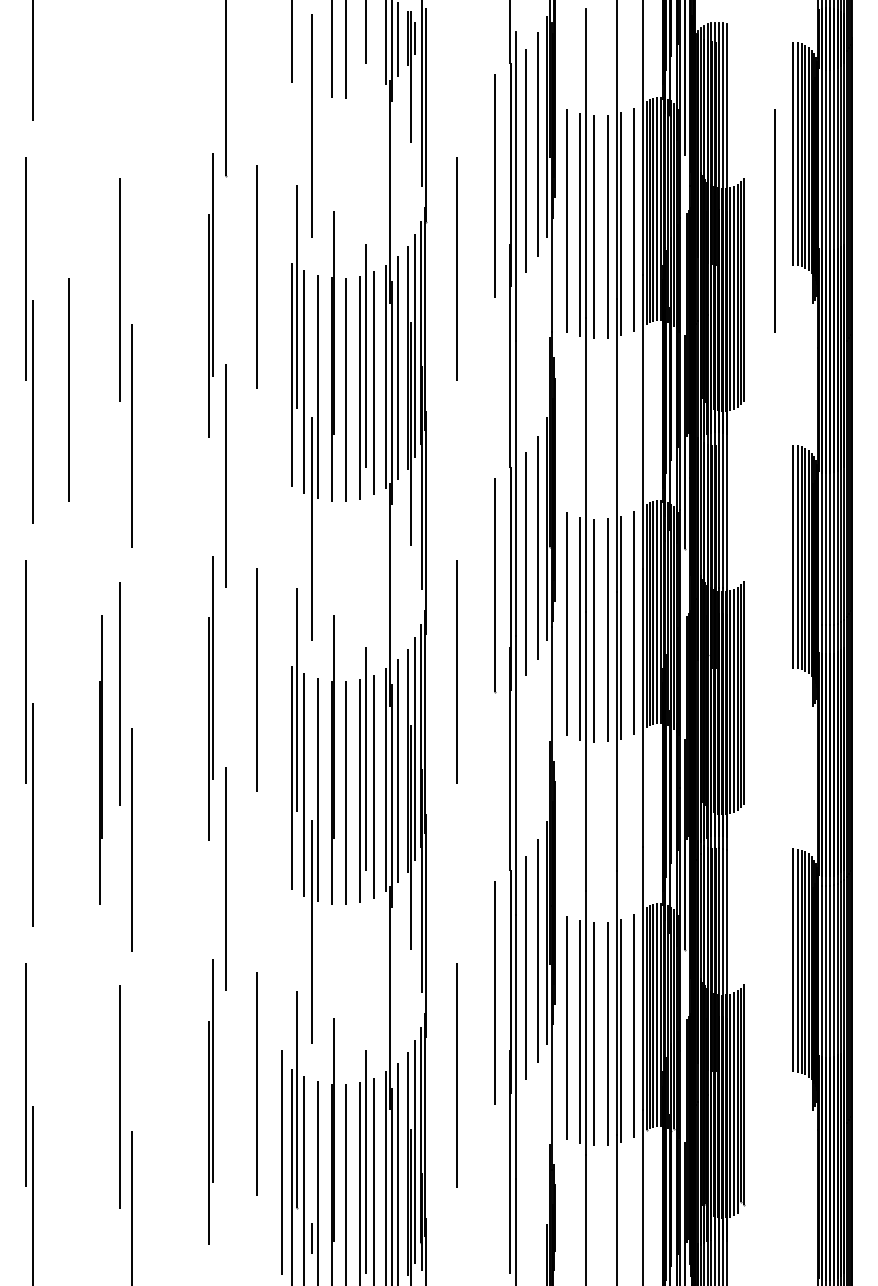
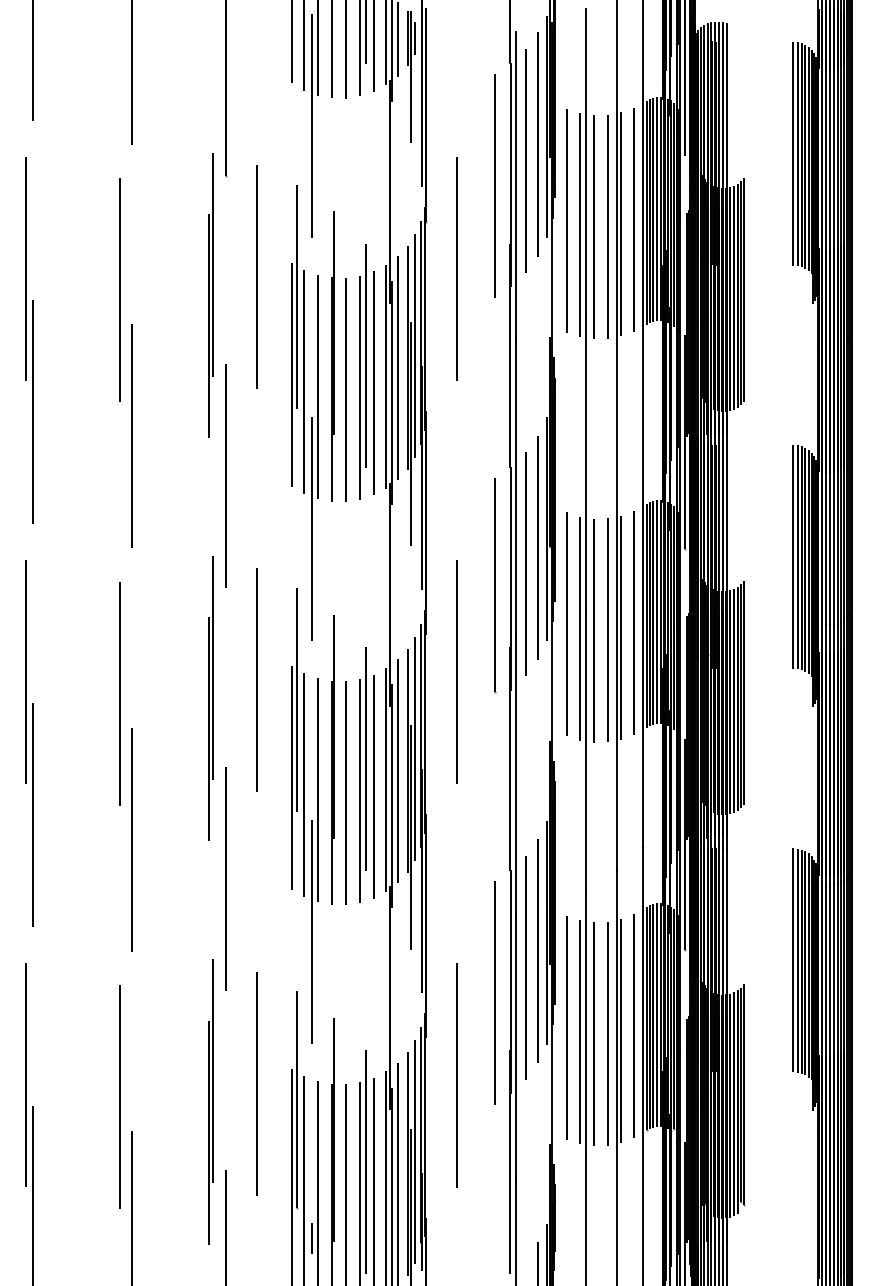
line at (304, 46): none -> present
line at (373, 47): none -> present
line at (317, 48): none -> present
line at (360, 49): none -> present
line at (131, 73): none -> present
line at (774, 220): present -> none
line at (68, 389): present -> none
line at (100, 759): present -> none
line at (281, 1162): present -> none
line at (225, 1226): none -> present
line at (537, 1262): none -> present
